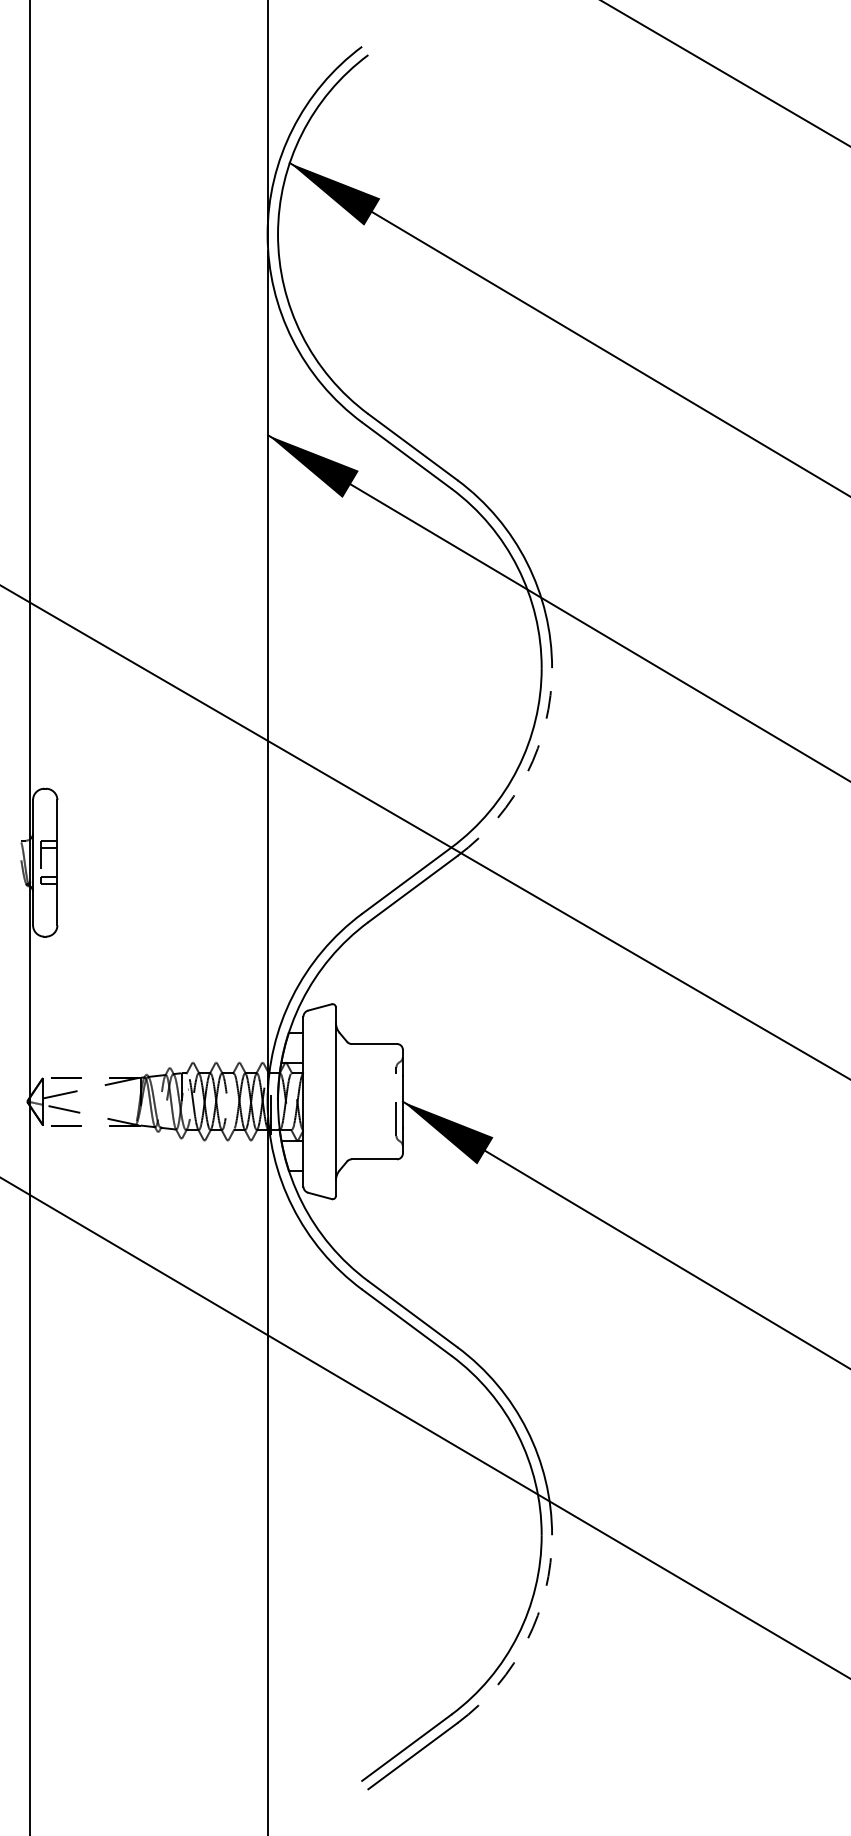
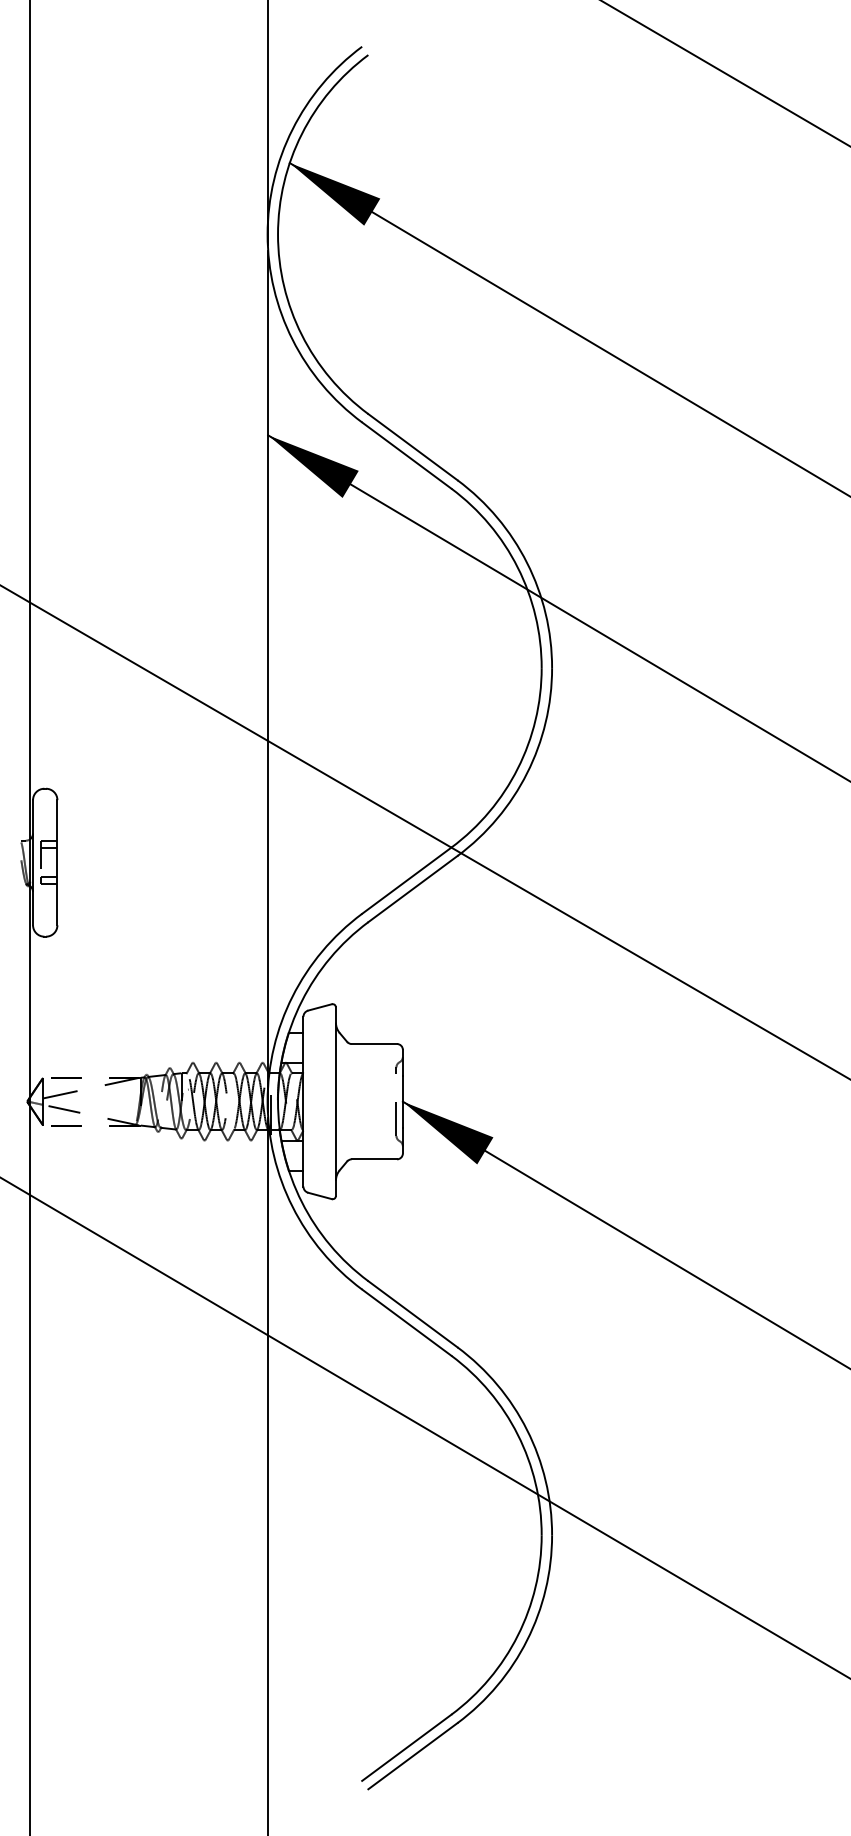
arc at (527, 773): dashed -> solid
arc at (527, 1640): dashed -> solid
